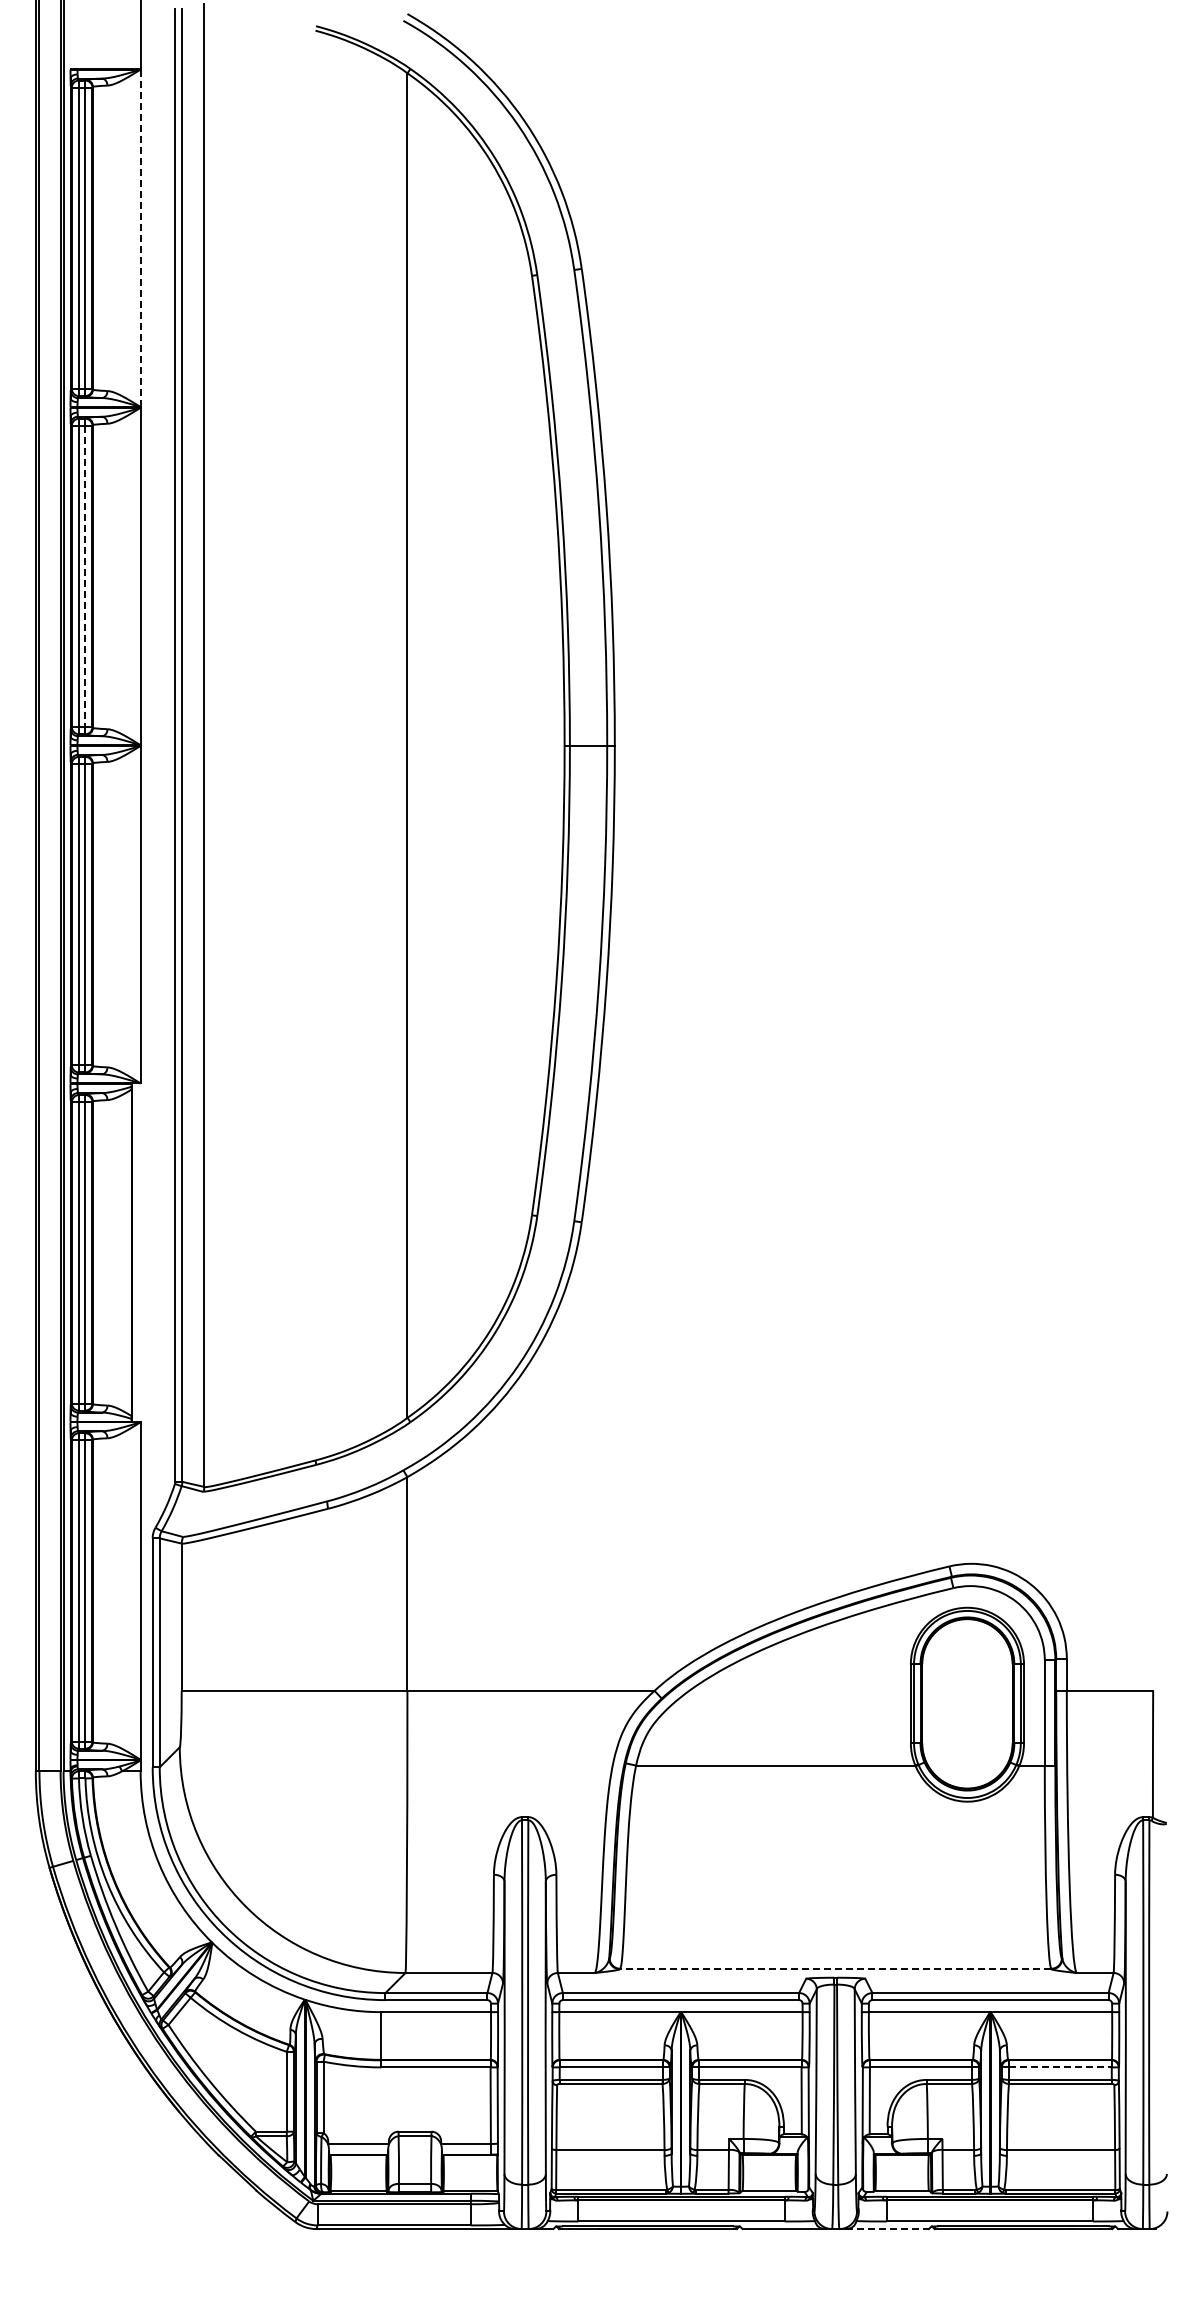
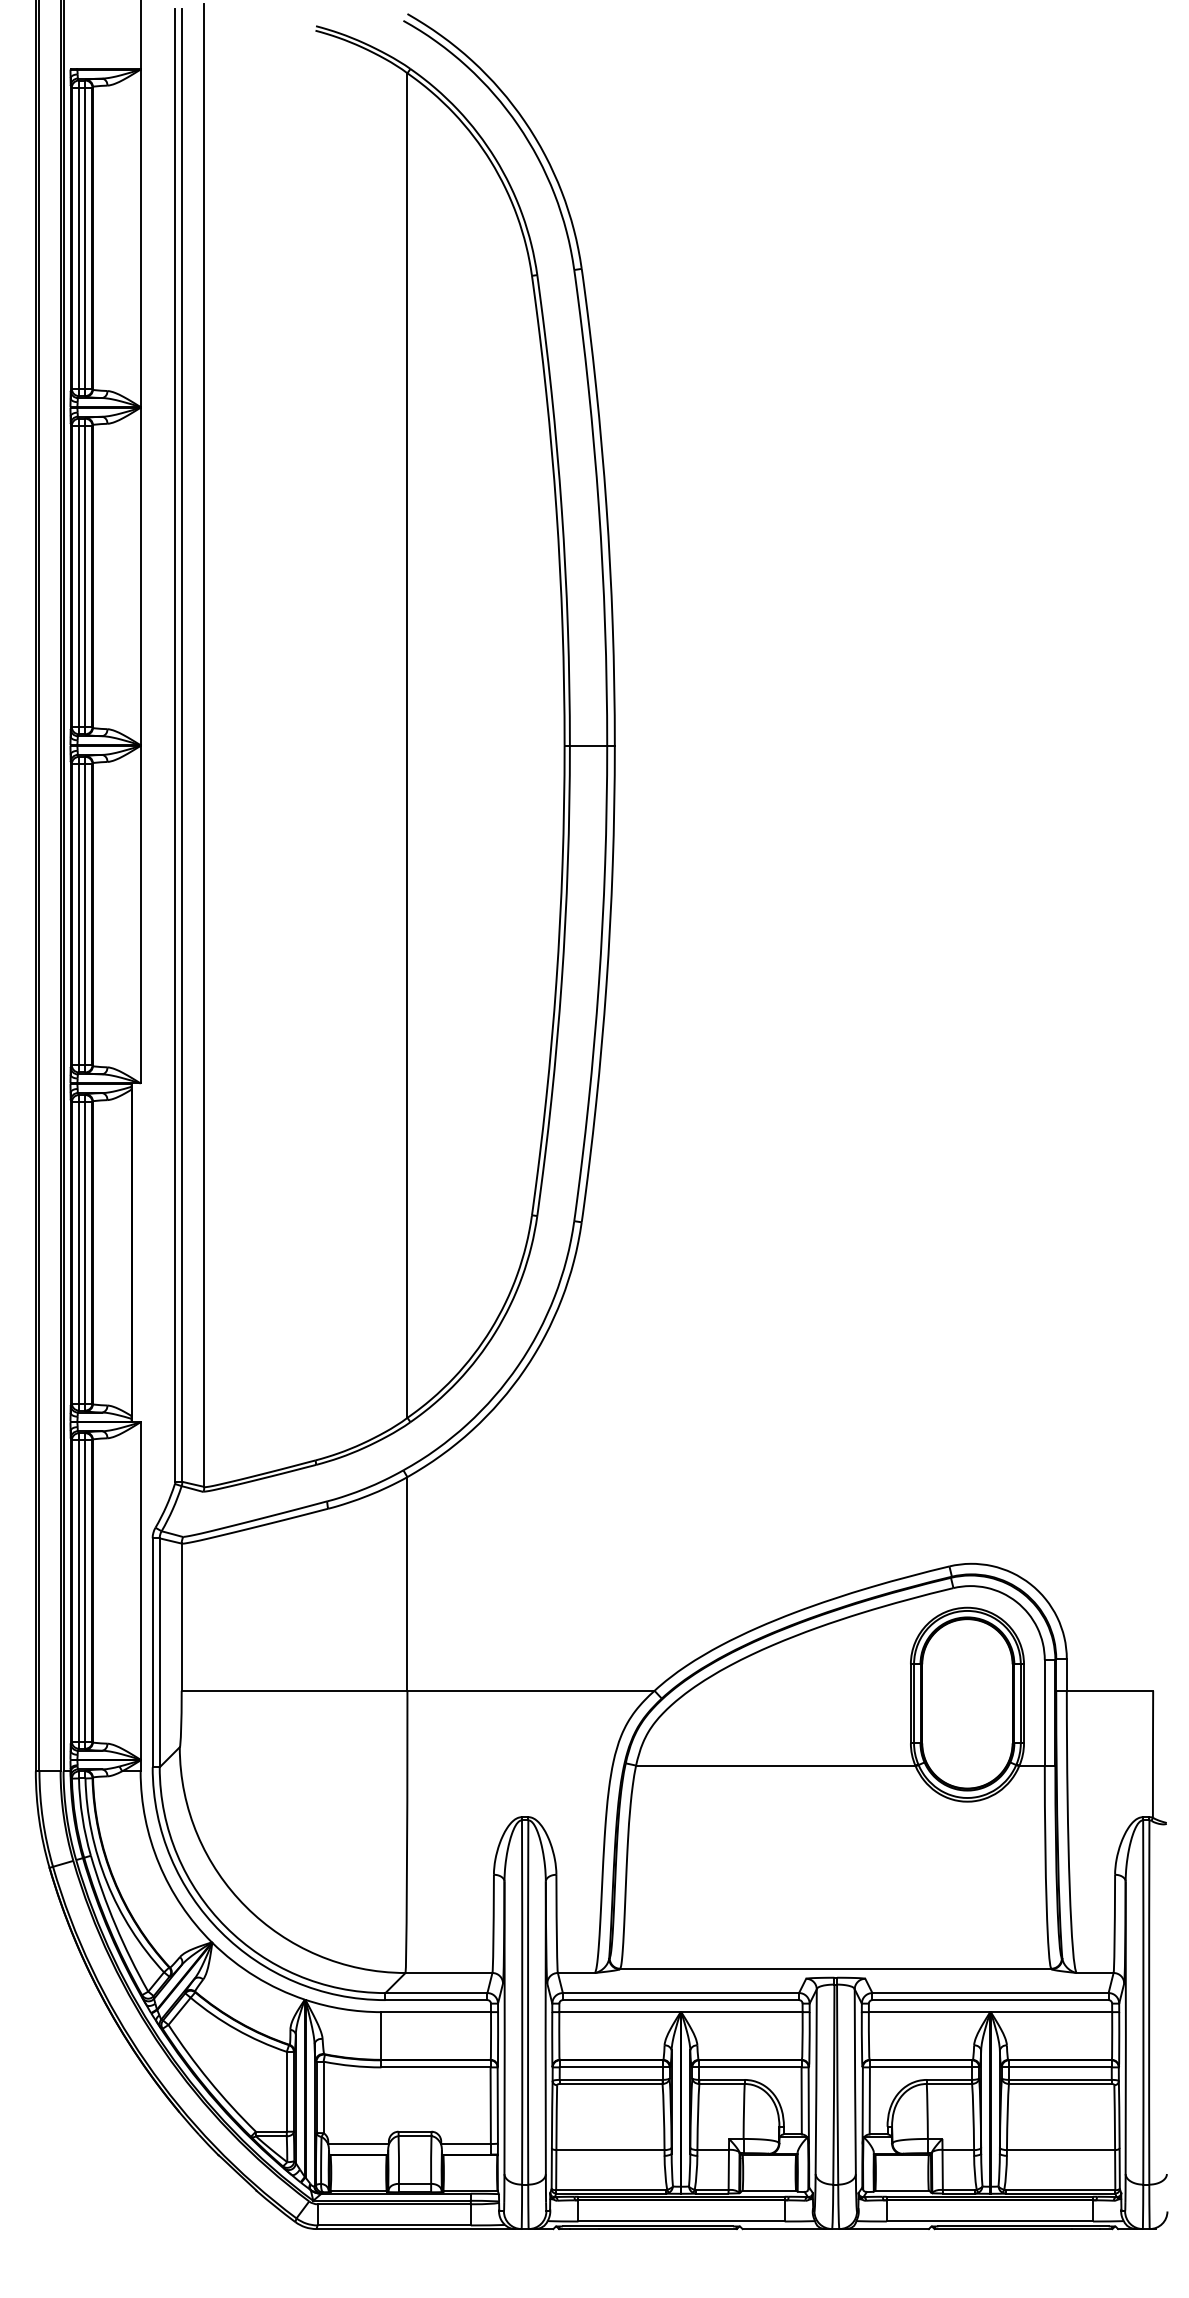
line at (140, 238): dashed -> solid
line at (85, 576): dashed -> solid
line at (835, 1968): dashed -> solid
line at (1060, 2067): dashed -> solid
line at (887, 2229): dashed -> solid
